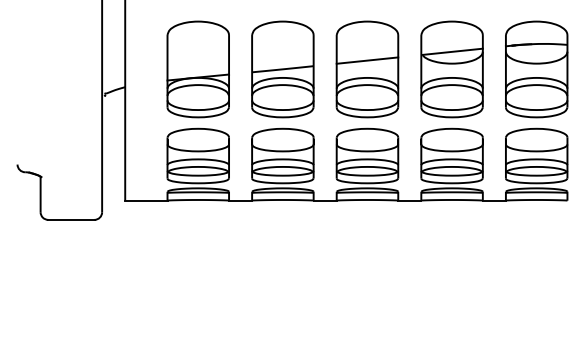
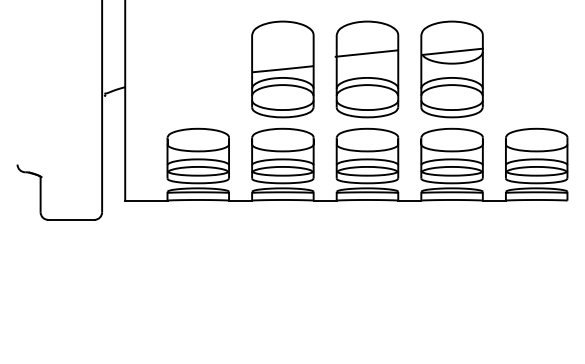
line at (367, 60) position: (367, 60) -> (366, 53)
part at (197, 69): present -> none
part at (536, 69): present -> none
